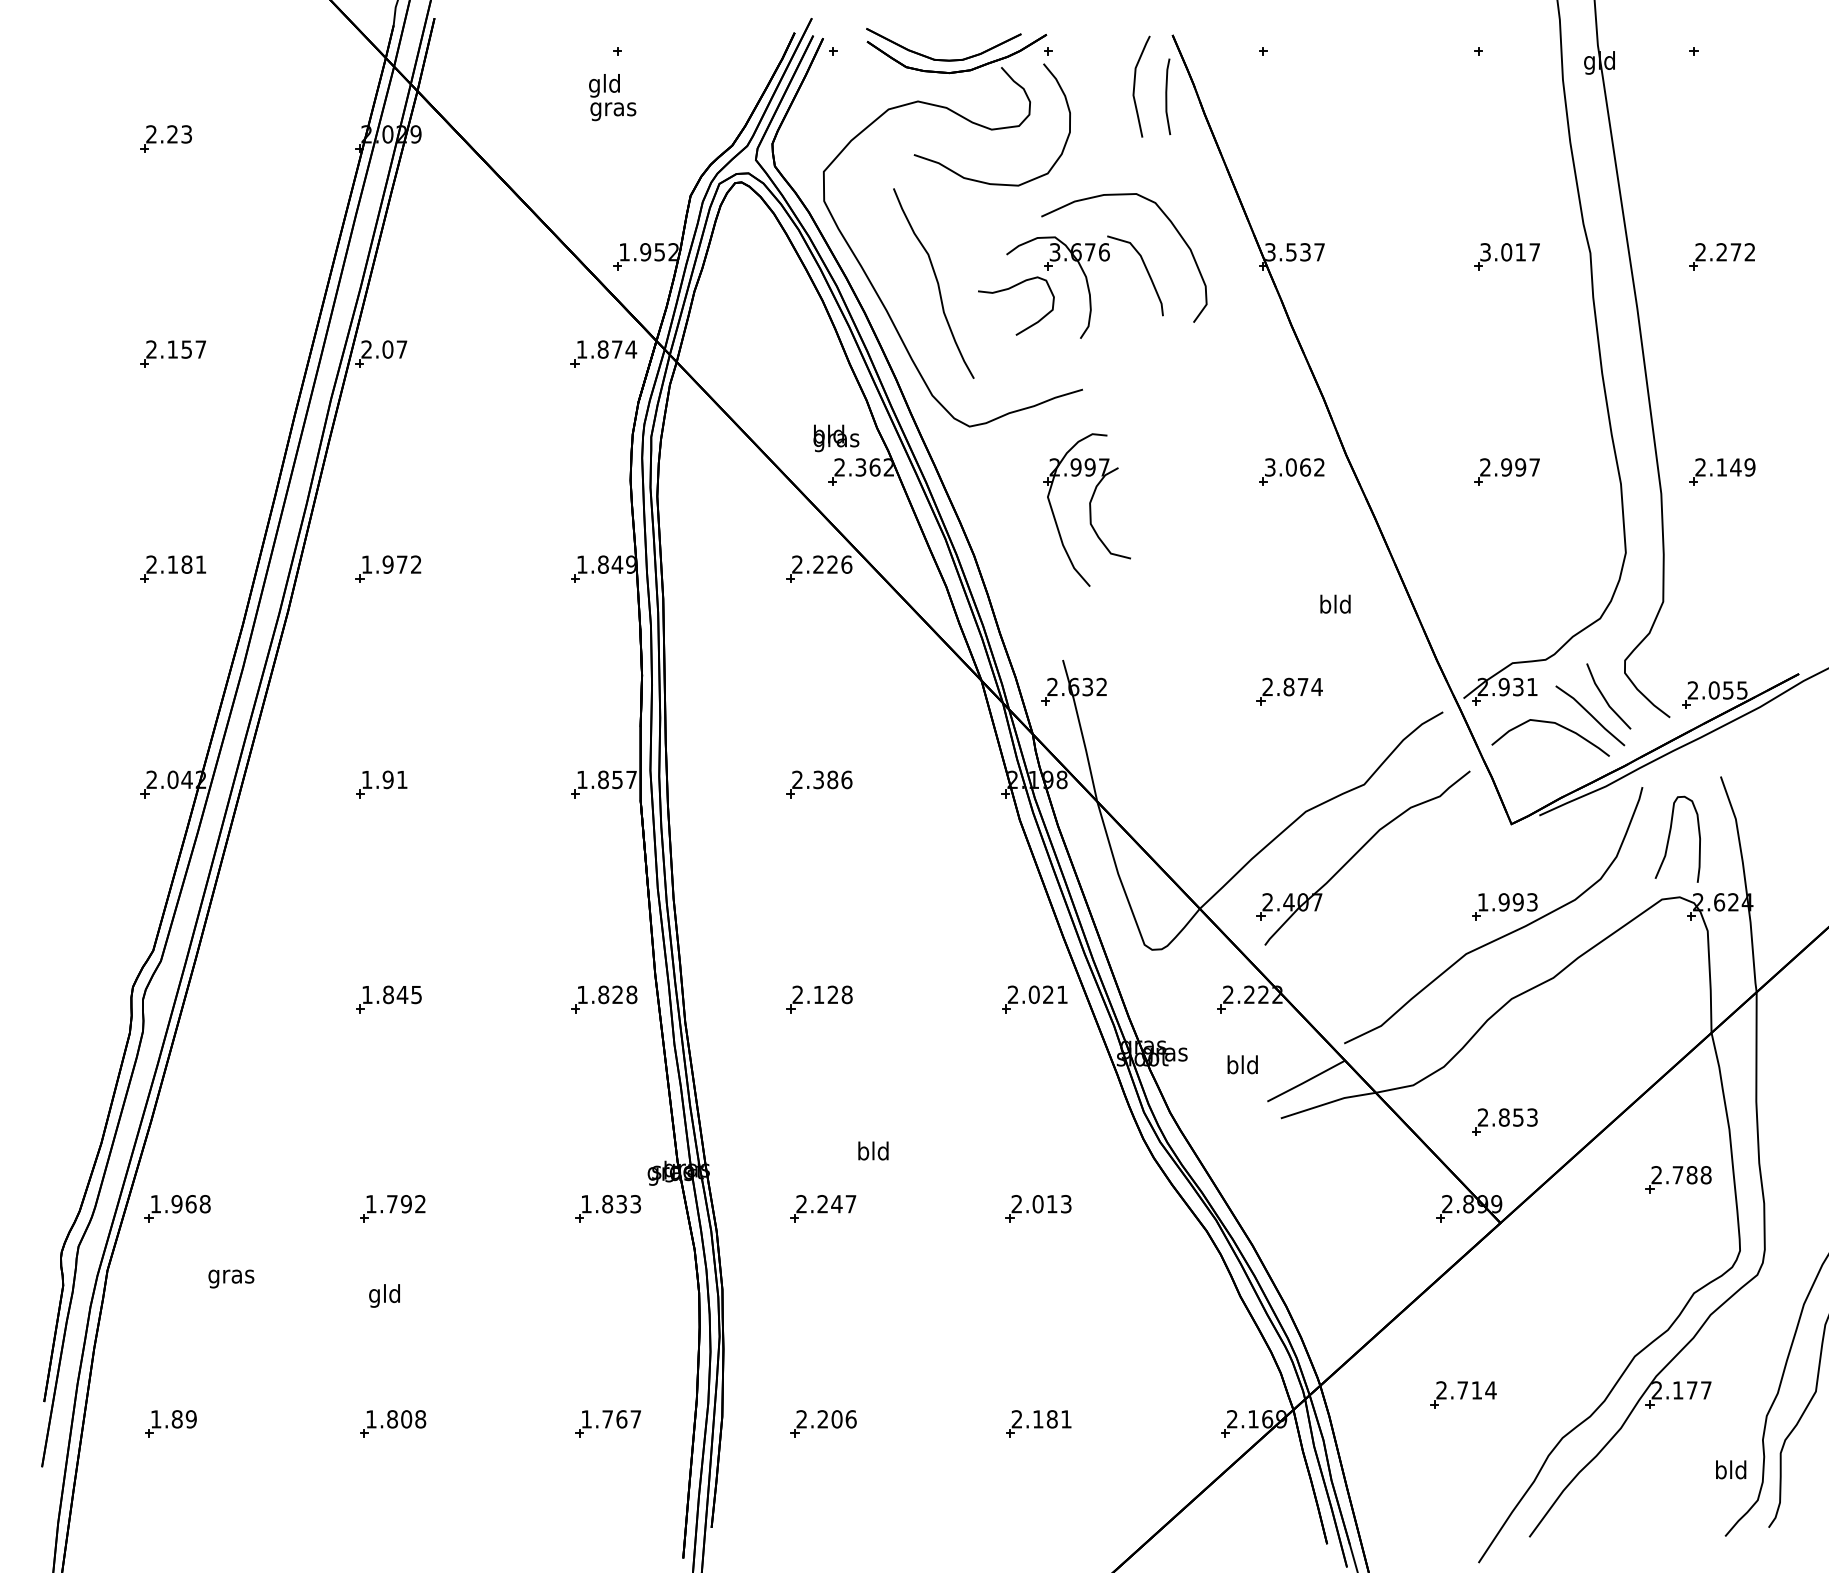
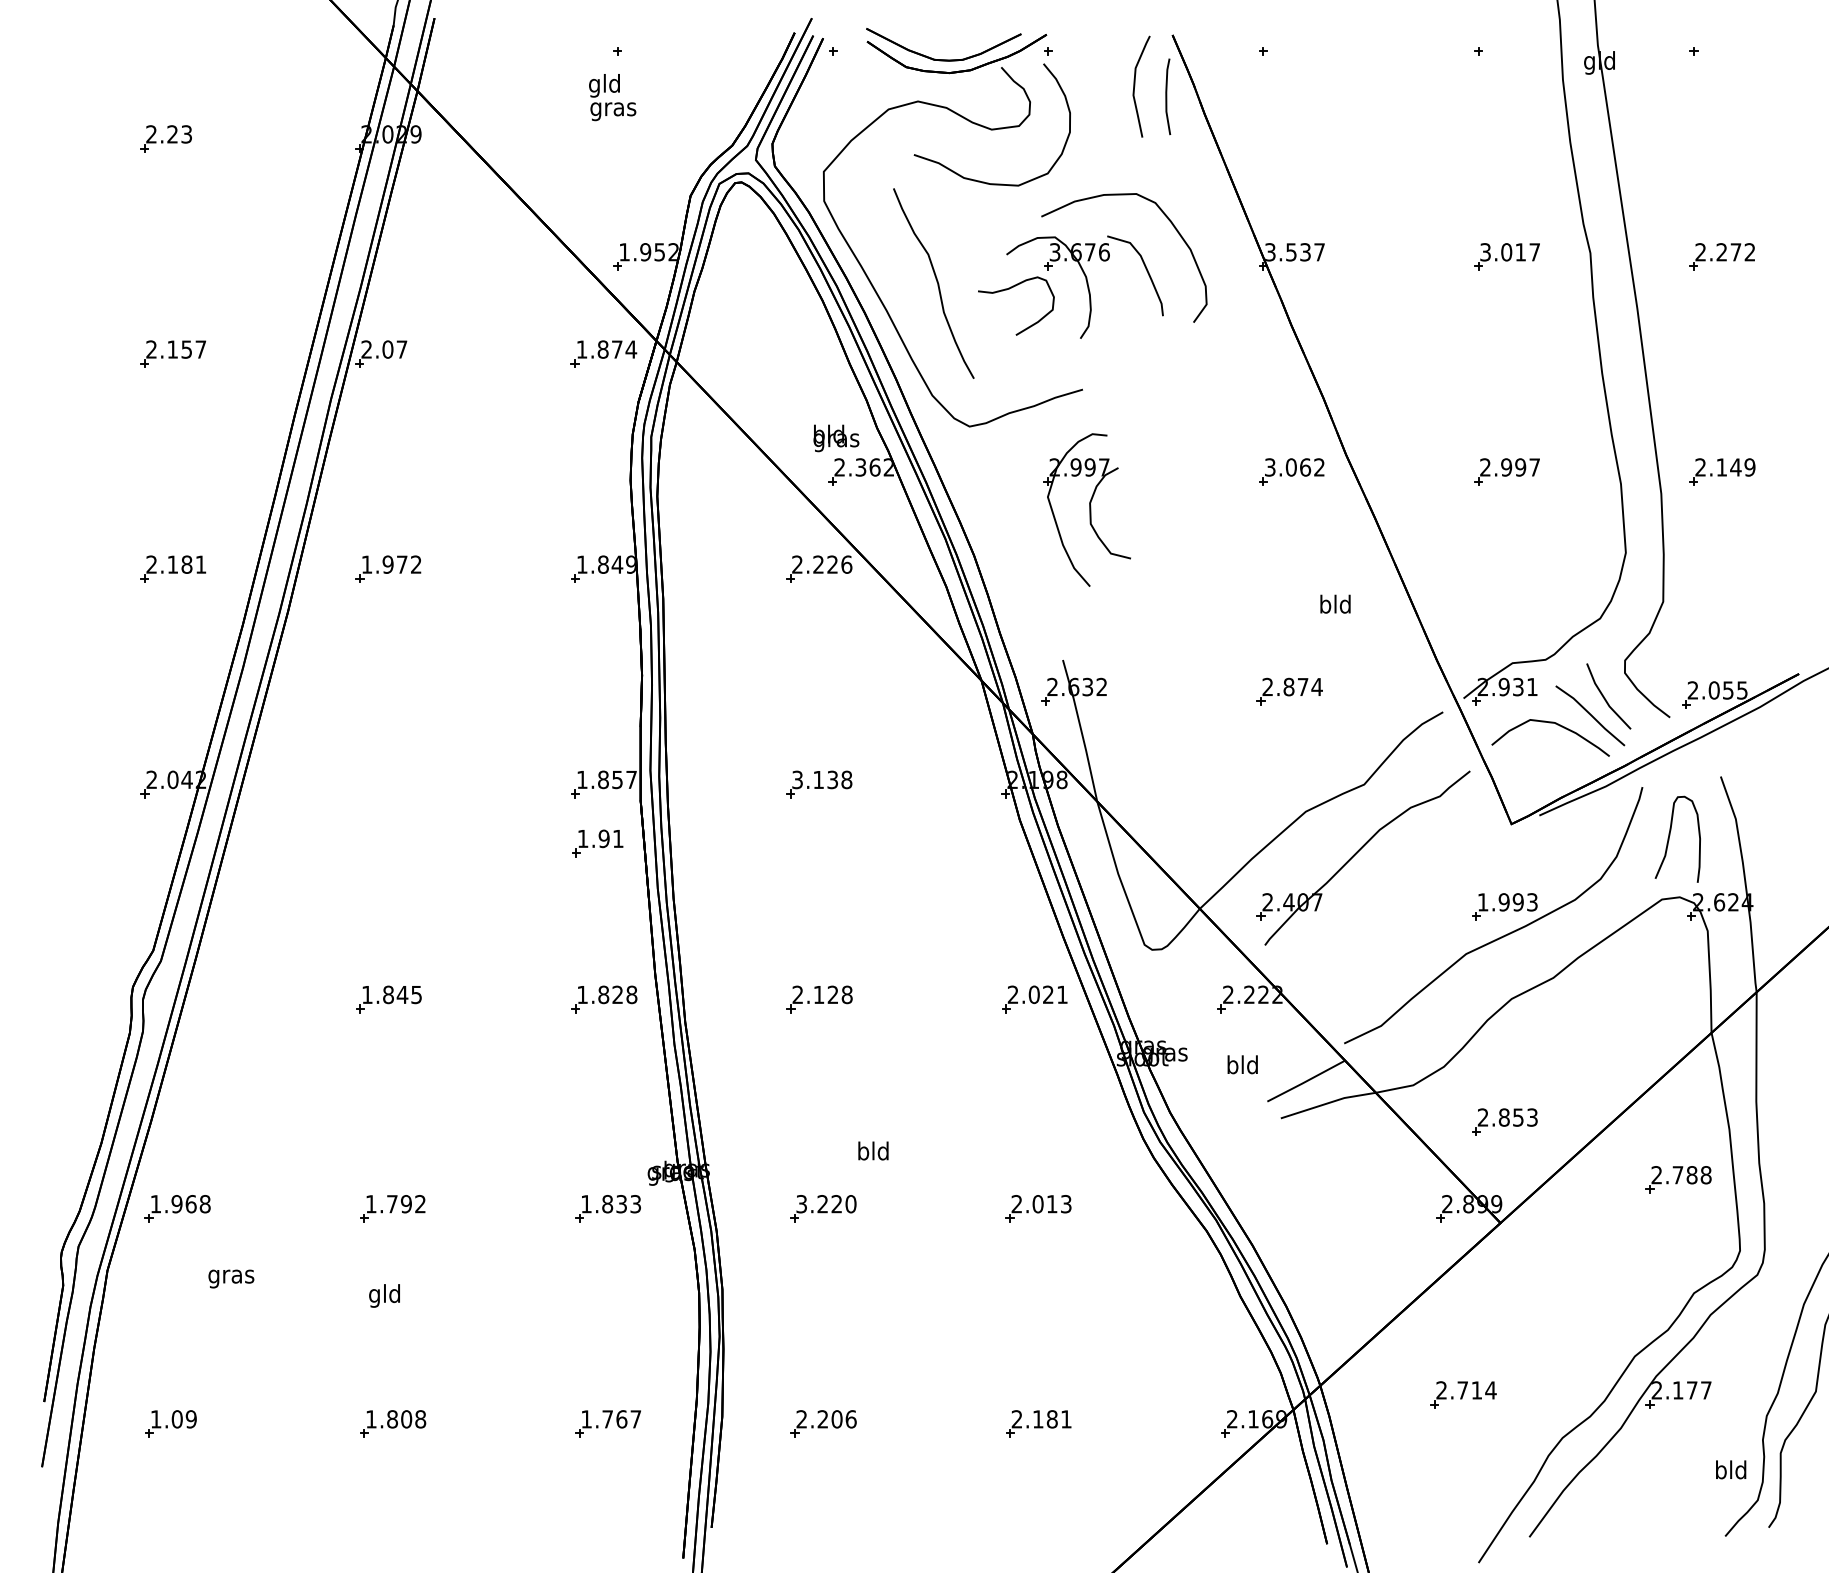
text at (822, 779): 2.386 -> 3.138
part at (381, 784) position: (381, 784) -> (597, 843)
text at (826, 1204): 2.247 -> 3.220
text at (176, 1419): 1.89 -> 1.09
